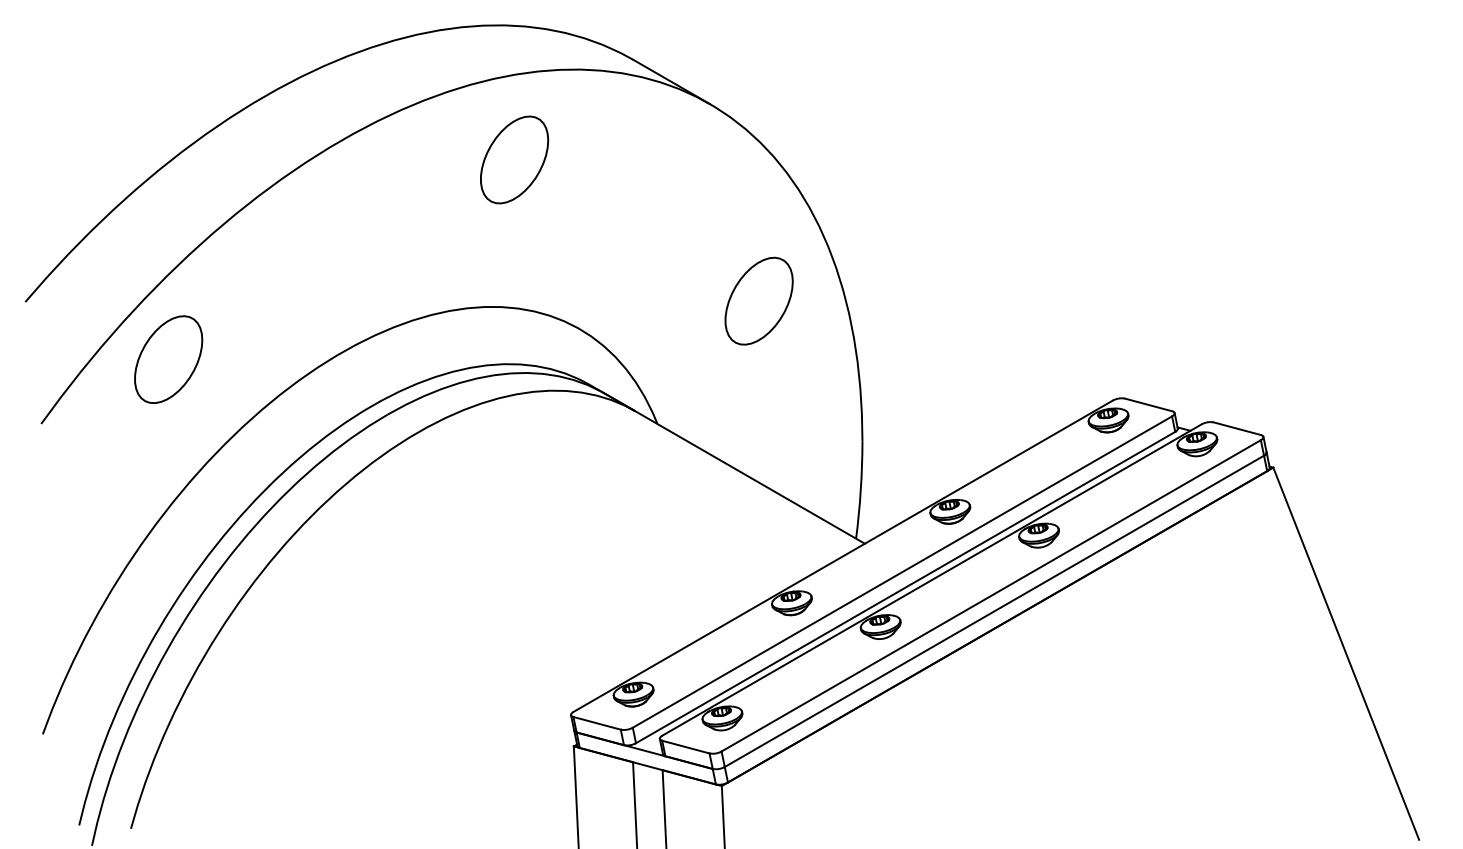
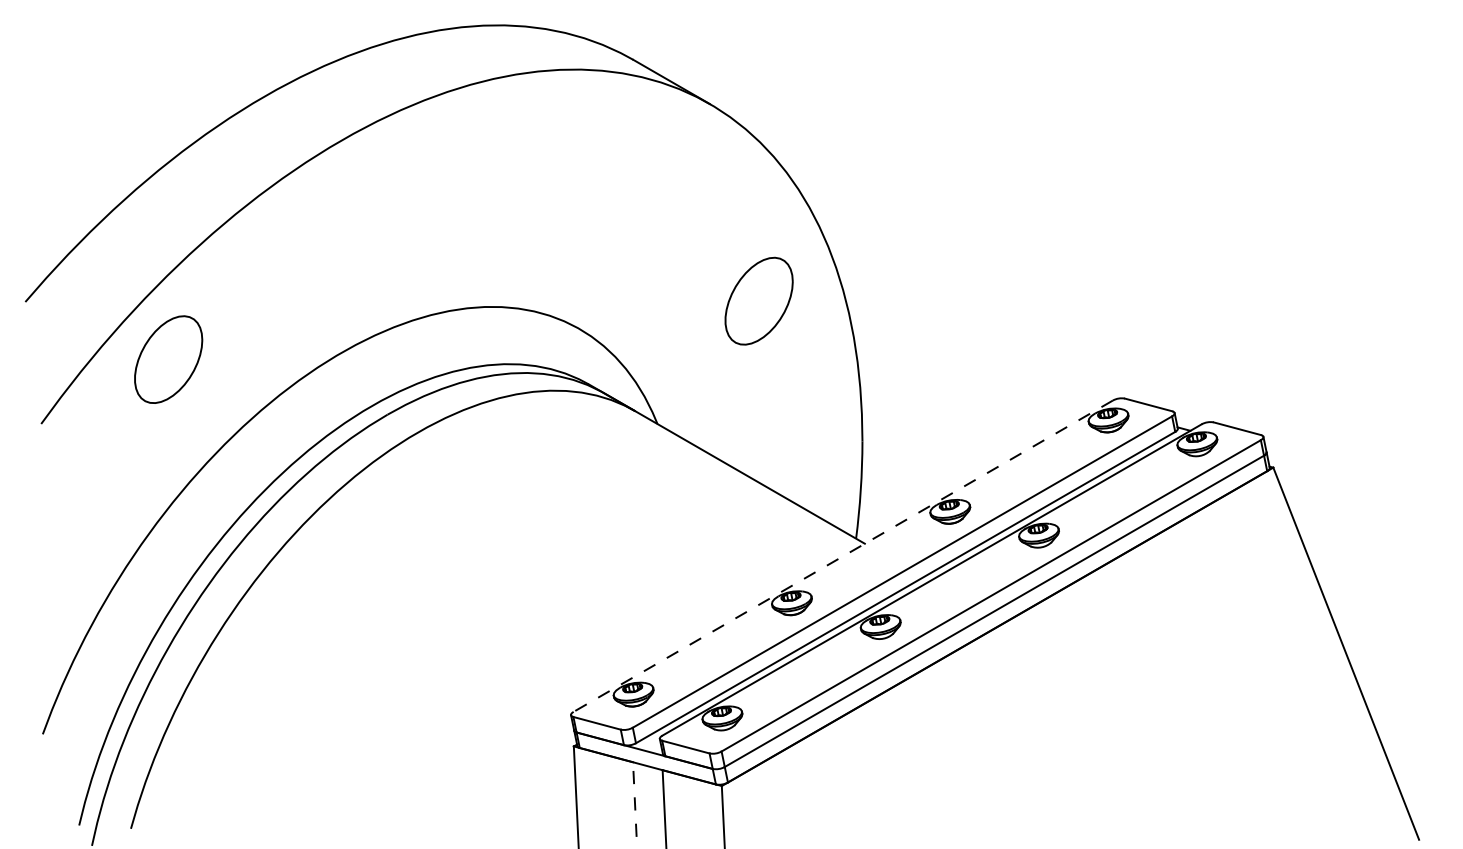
part at (514, 159): present -> none
line at (842, 556): solid -> dashed
line at (635, 805): solid -> dashed
